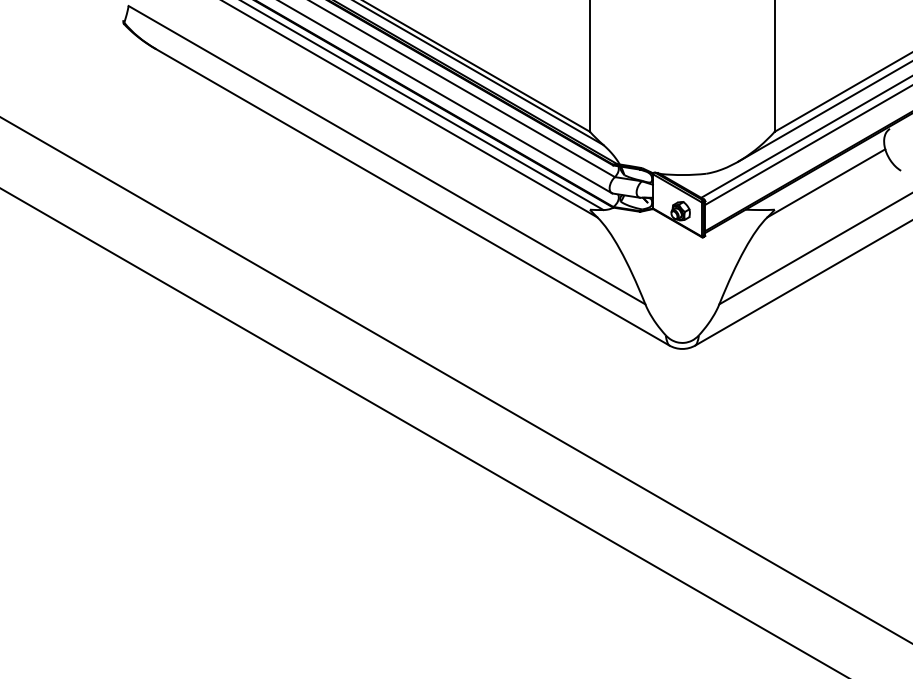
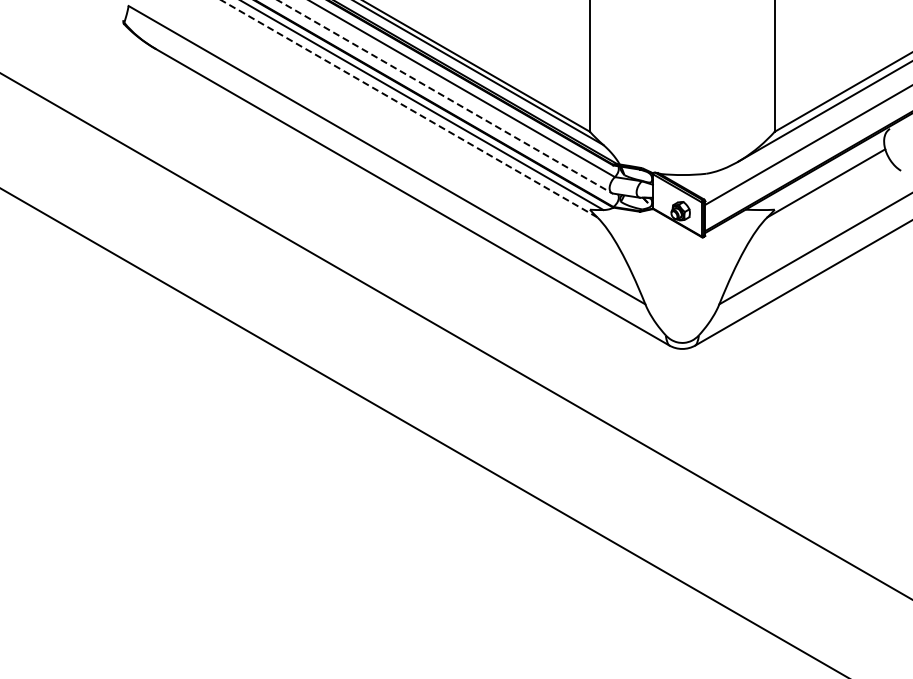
line at (444, 96): solid -> dashed
line at (408, 108): solid -> dashed
line at (805, 137): present -> none
line at (455, 380) position: (455, 380) -> (455, 336)
